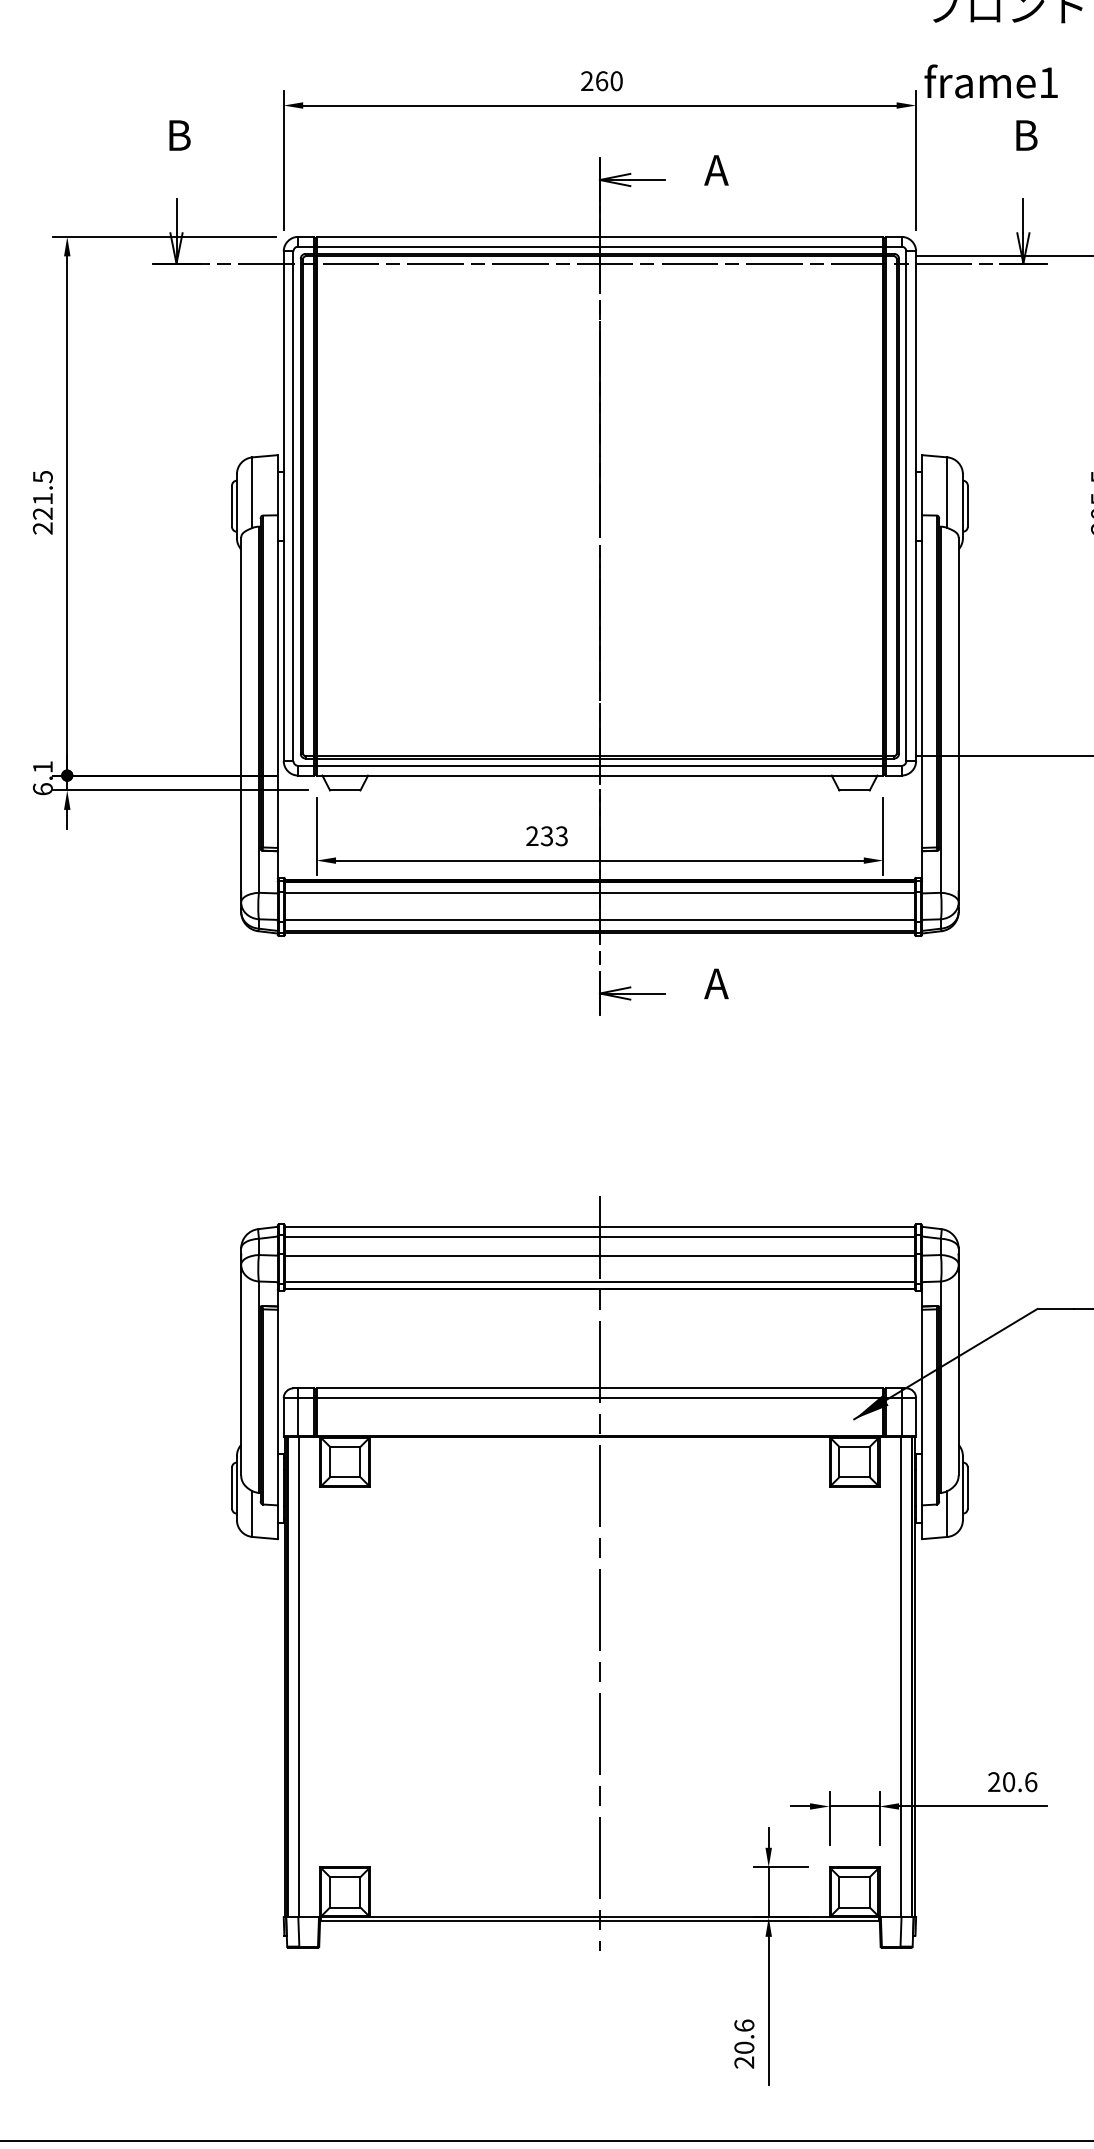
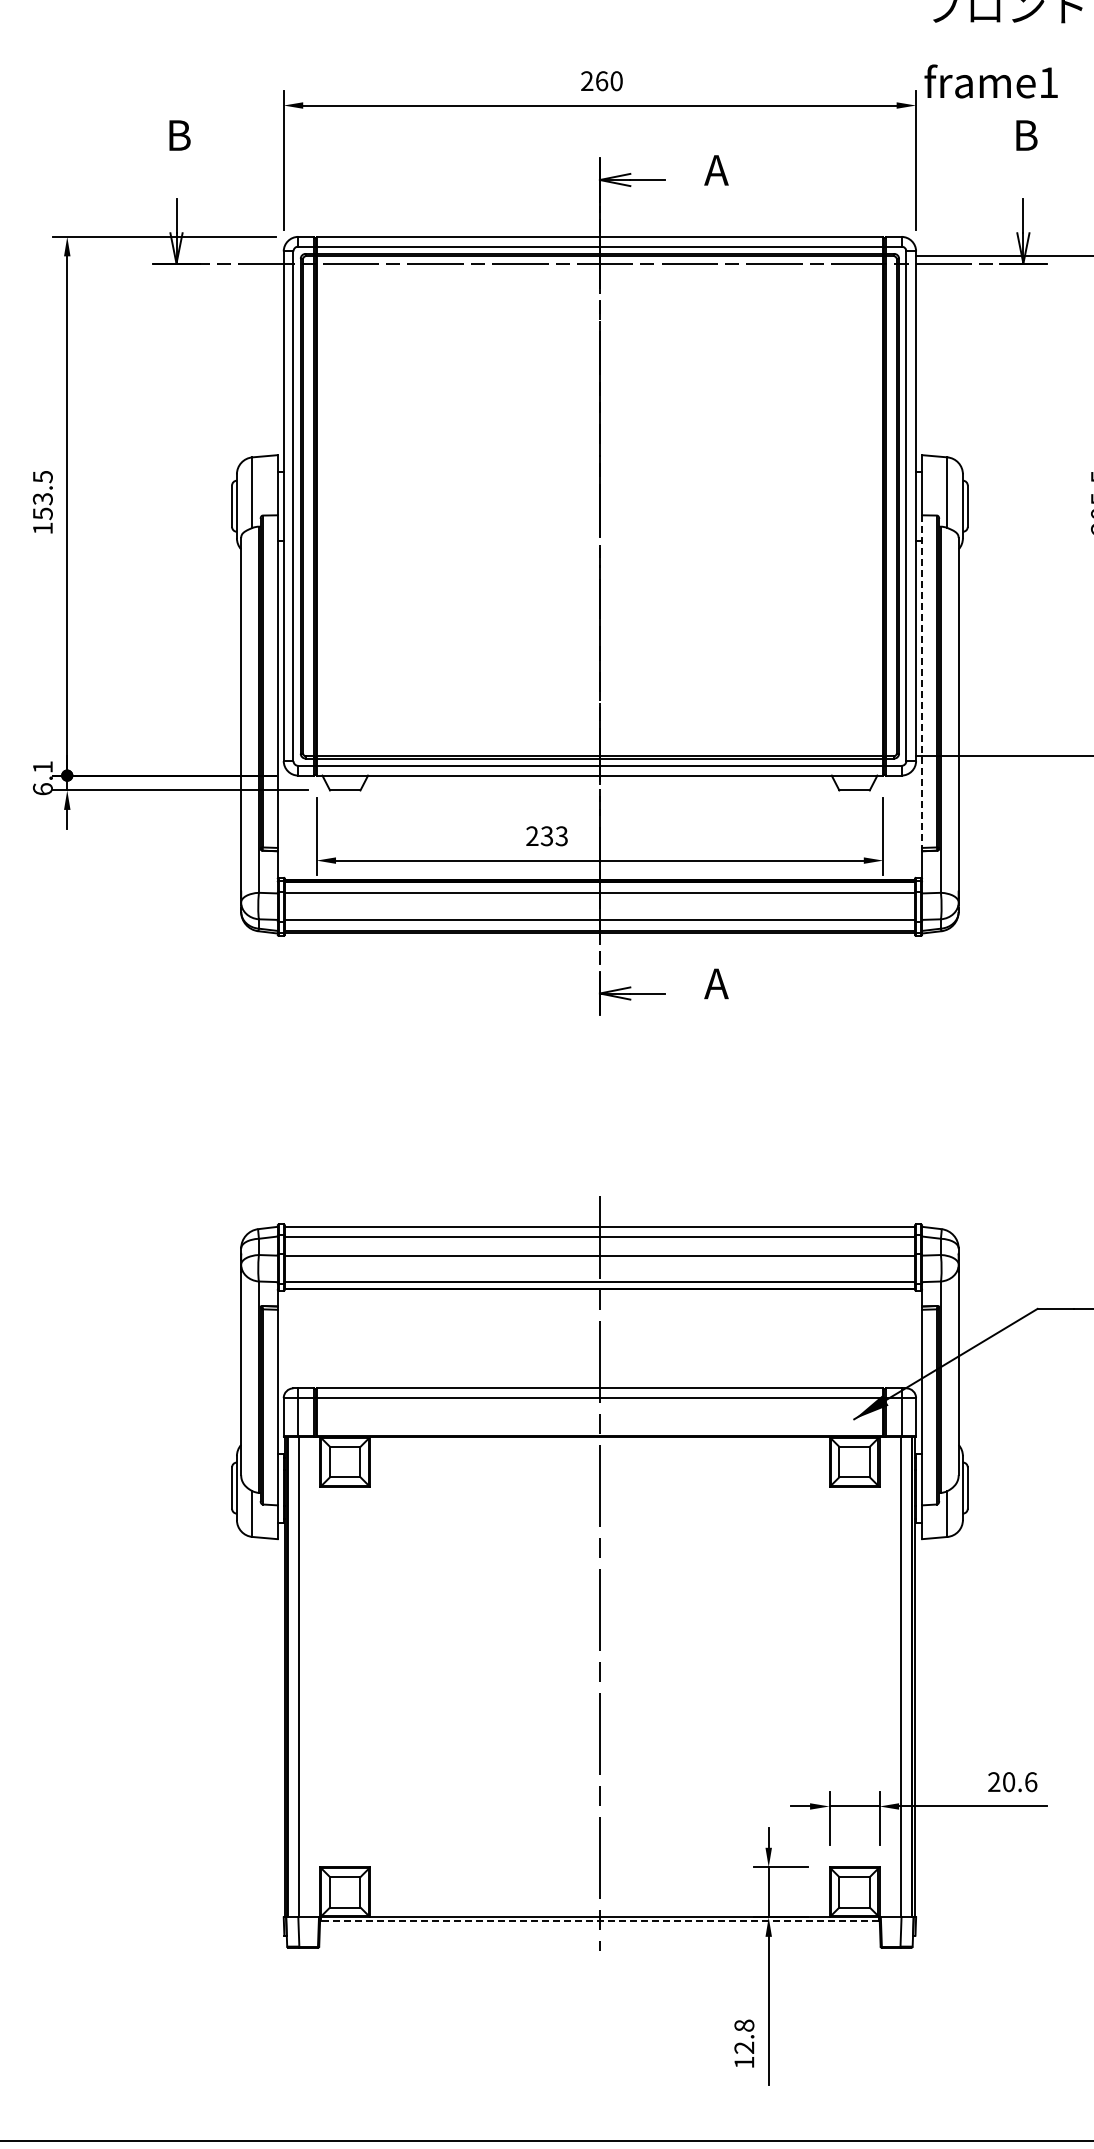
text at (42, 513): 221.5 -> 153.5
line at (922, 682): solid -> dashed
line at (599, 1921): solid -> dashed
text at (744, 2043): 20.6 -> 12.8
